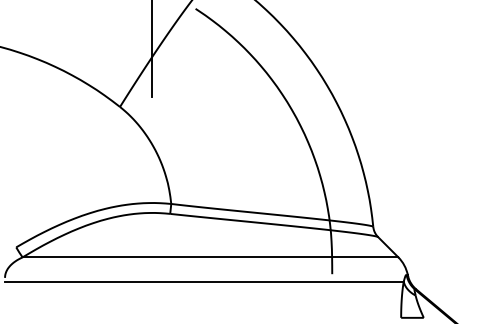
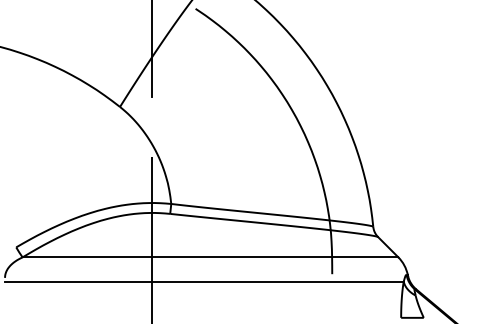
line at (152, 238): none -> present
